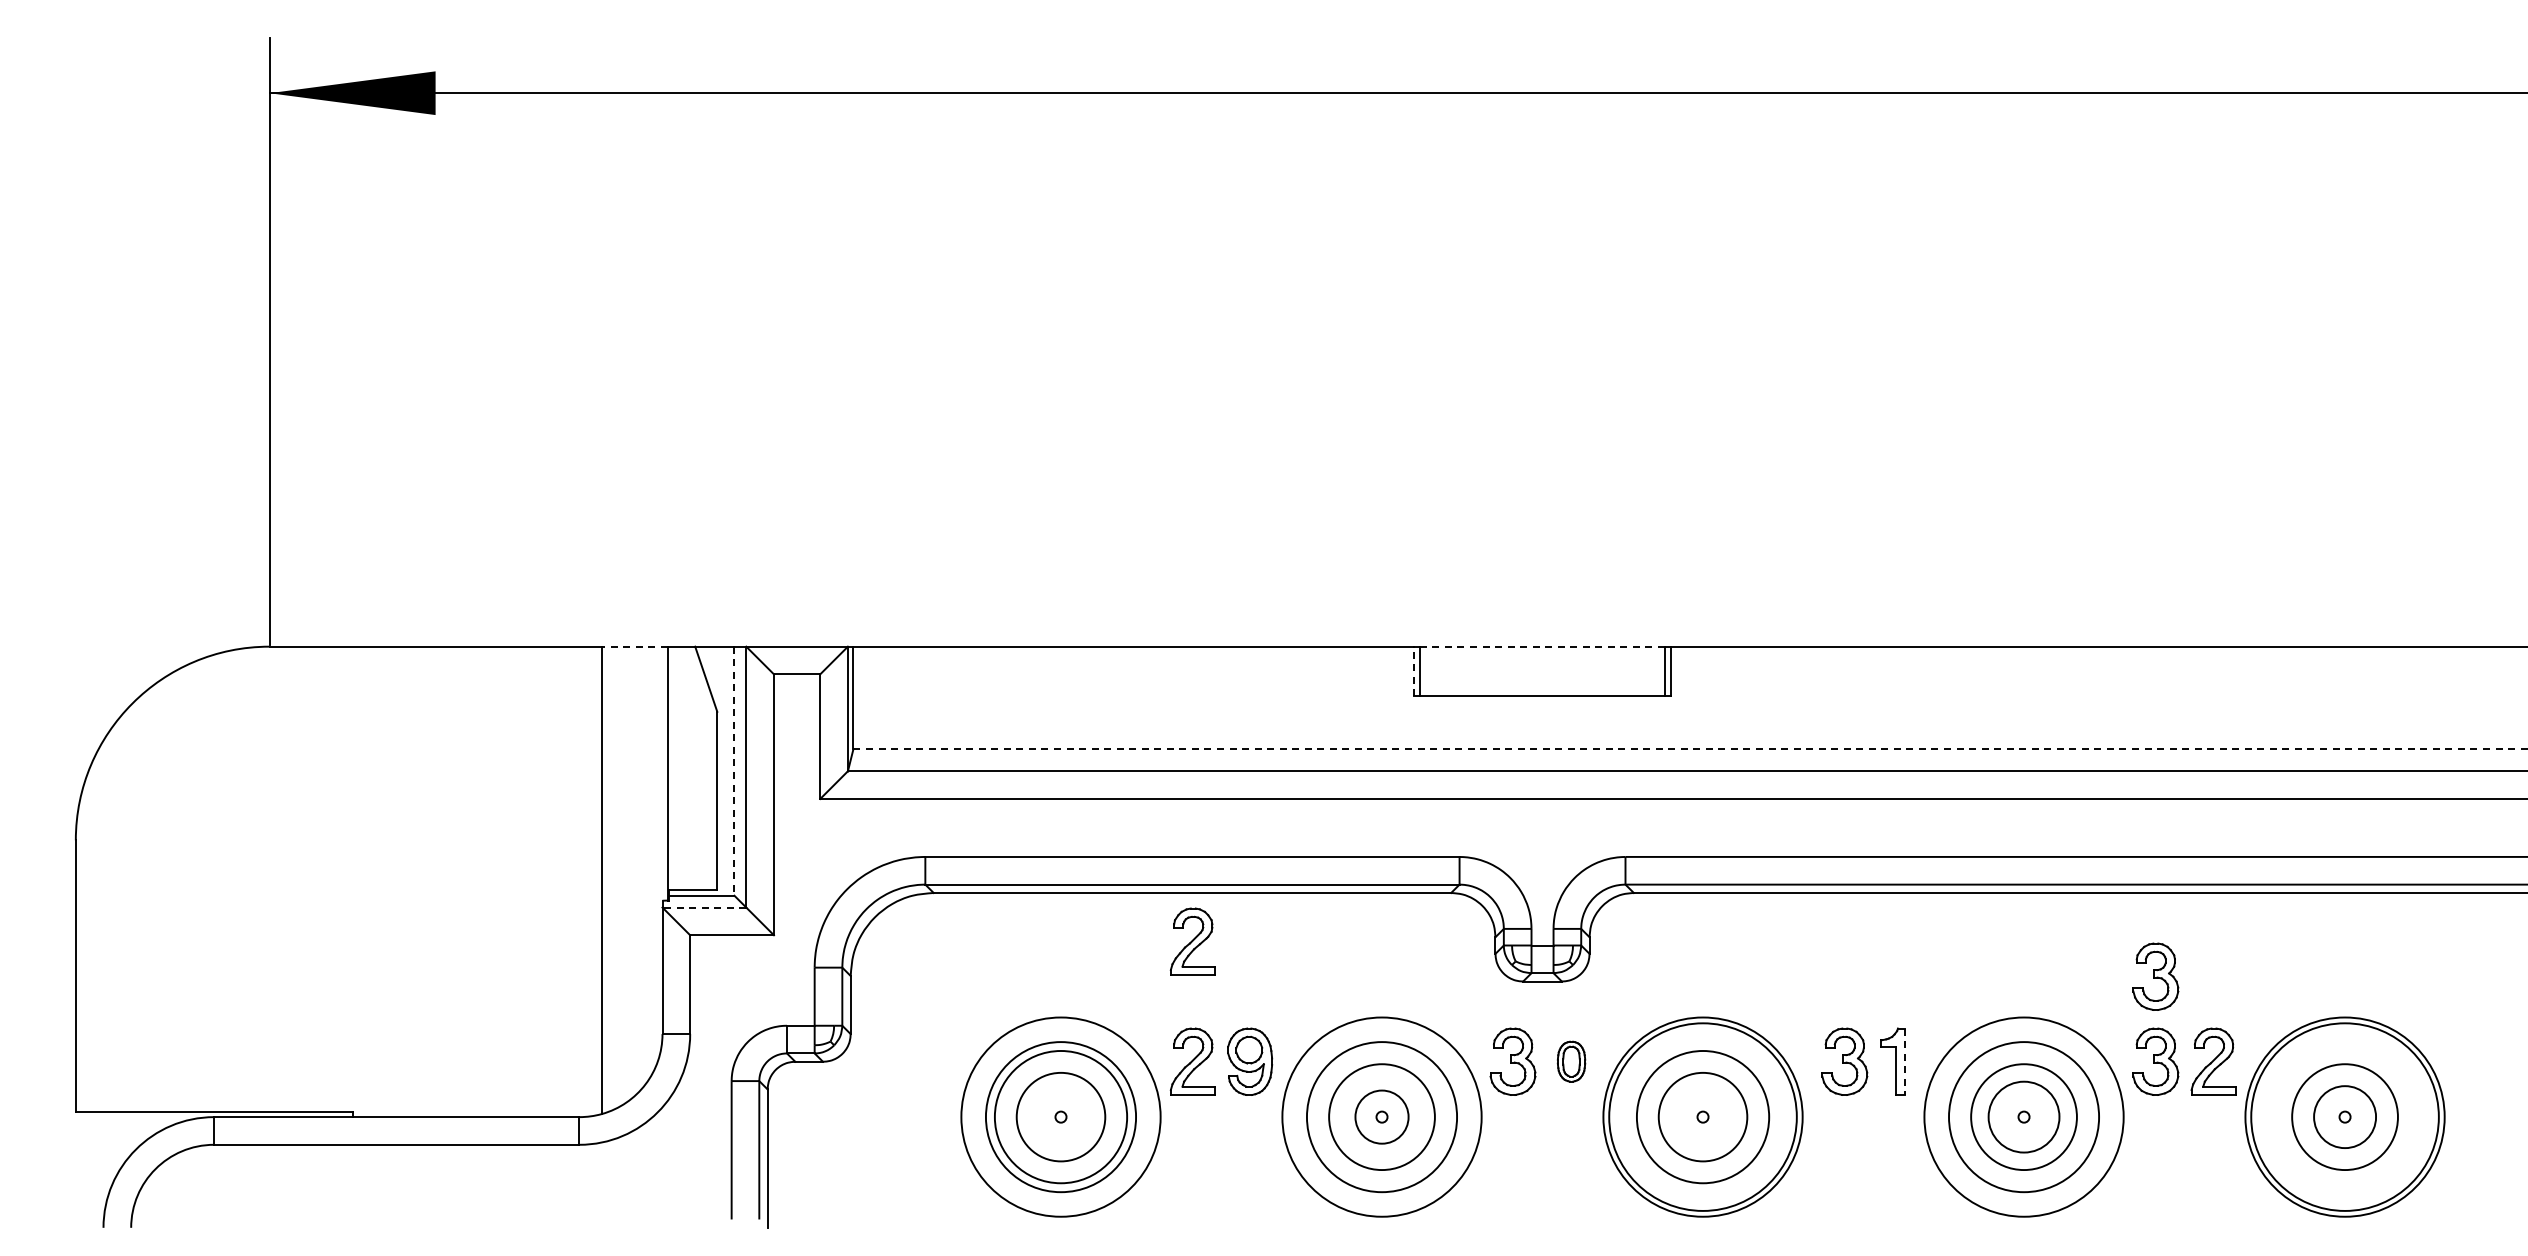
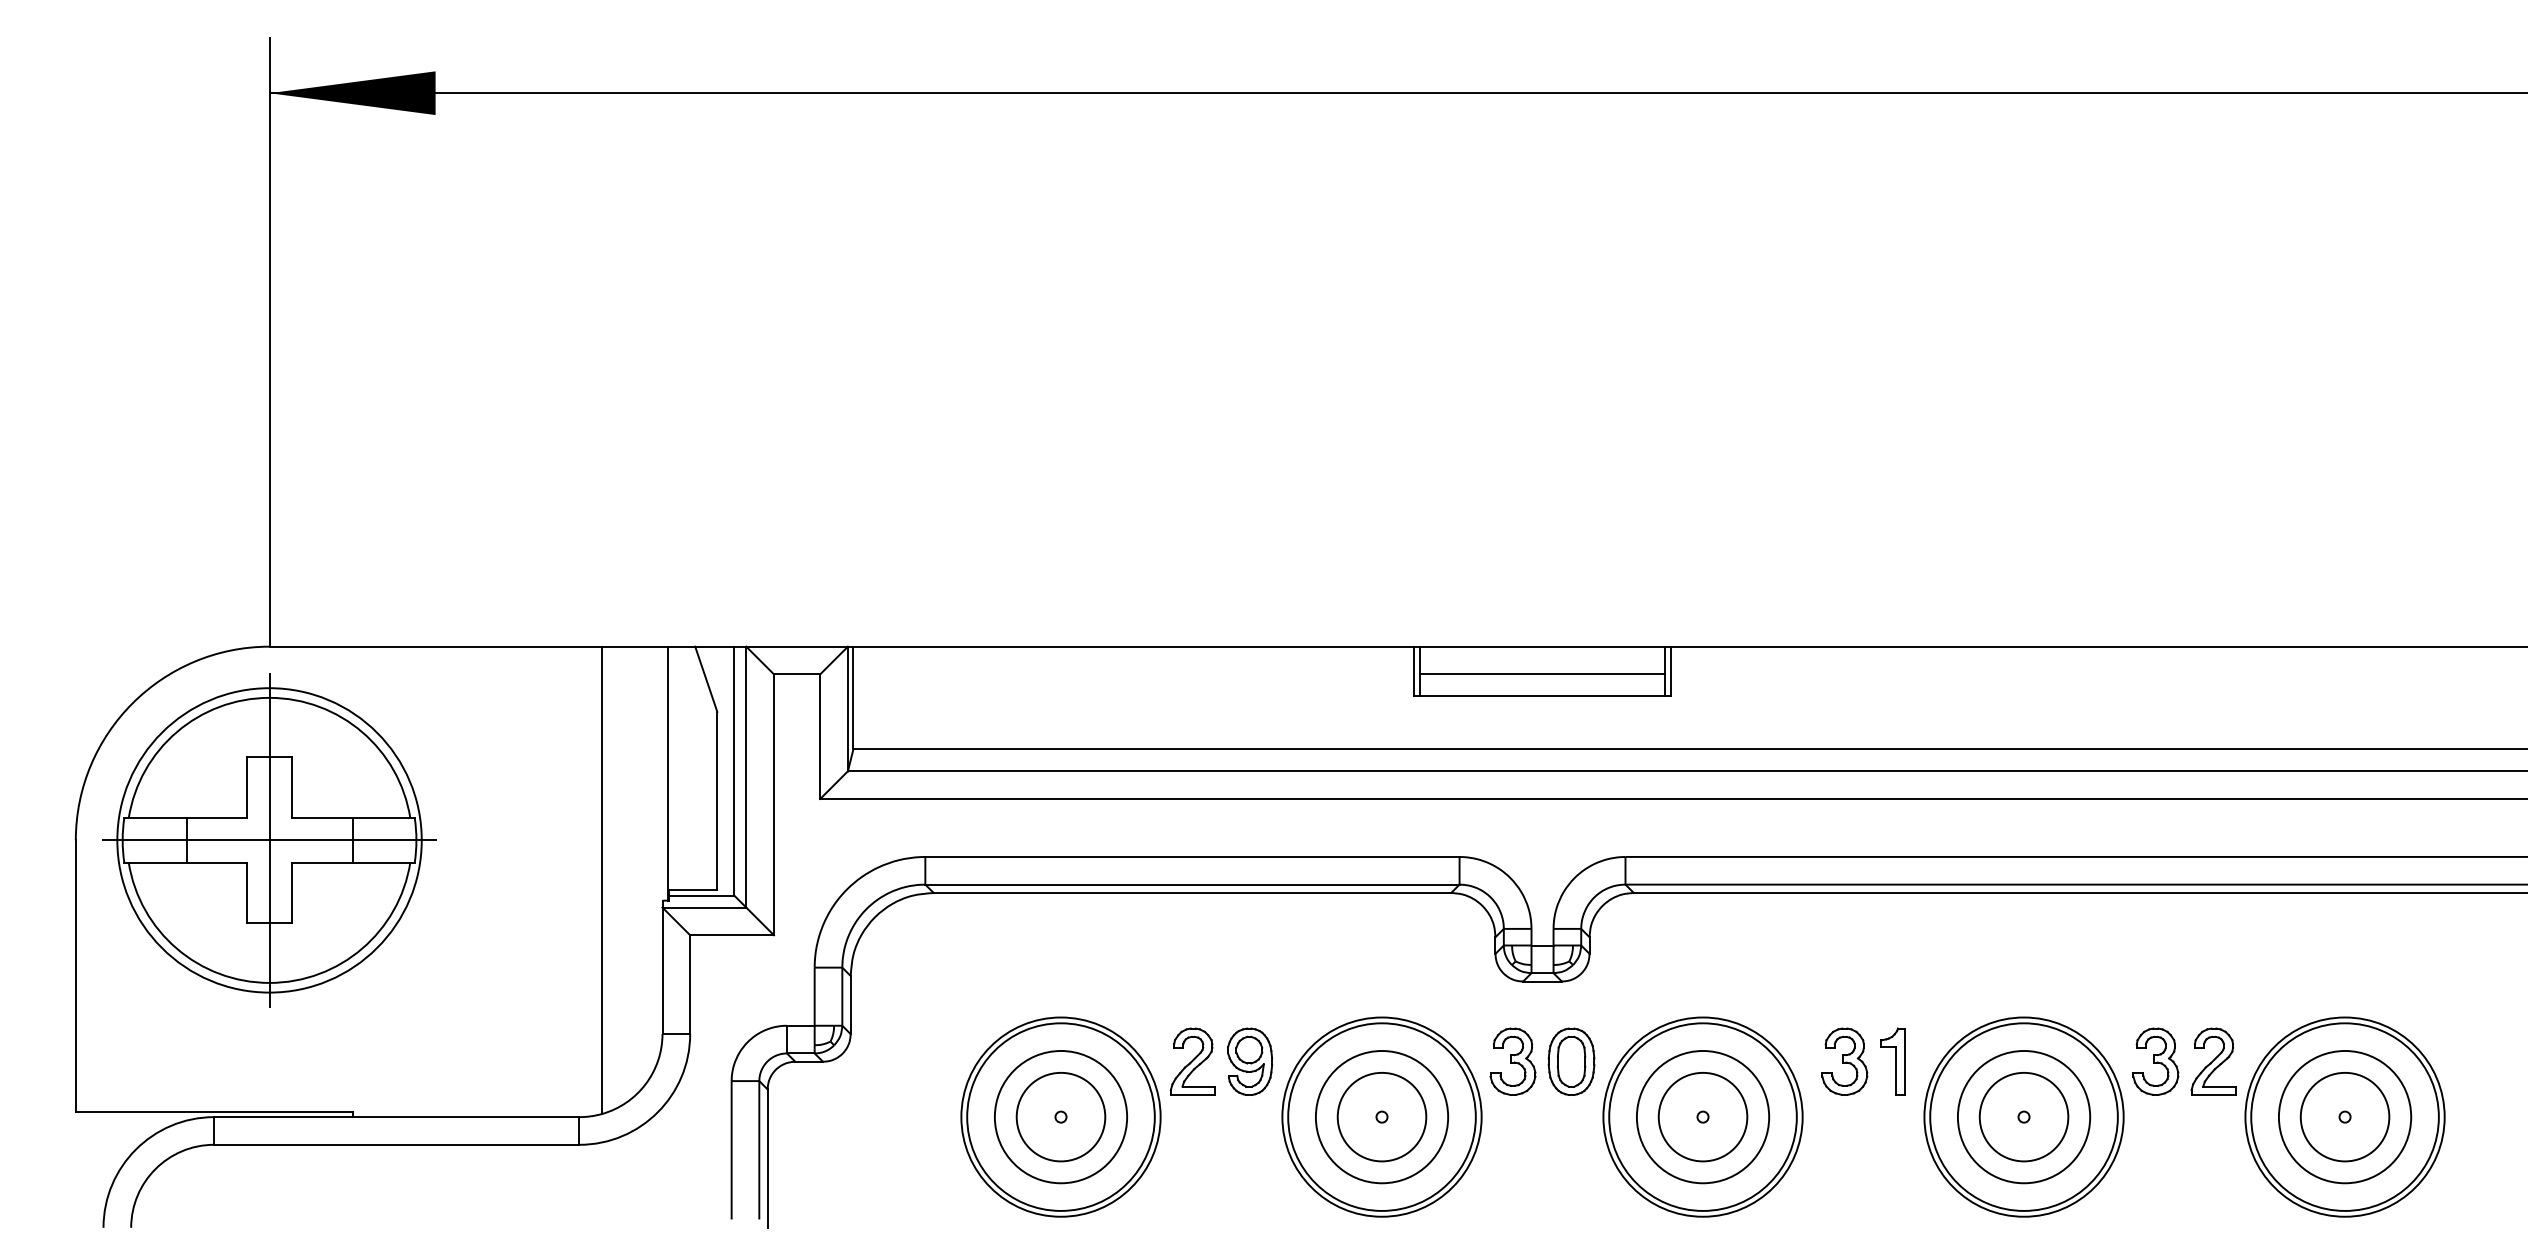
line at (634, 646): dashed -> solid
line at (1542, 646): dashed -> solid
line at (1414, 671): dashed -> solid
line at (1542, 674): none -> present
line at (1690, 749): dashed -> solid
line at (734, 771): dashed -> solid
part at (269, 840): none -> present
line at (704, 907): dashed -> solid
part at (1192, 941): present -> none
part at (2155, 976): present -> none
part at (1571, 1061) size: 31x43 px -> 49x69 px
line at (1904, 1062): dashed -> solid
circle at (1381, 1116) diameter: 53 px -> 89 px
circle at (2023, 1116) diameter: 71 px -> 89 px
circle at (1060, 1117) diameter: 150 px -> 188 px
circle at (1381, 1117) diameter: 106 px -> 132 px
circle at (1381, 1117) diameter: 150 px -> 188 px
circle at (2023, 1117) diameter: 106 px -> 132 px
circle at (2024, 1117) diameter: 150 px -> 188 px
circle at (2344, 1117) diameter: 106 px -> 132 px
circle at (2345, 1117) diameter: 62 px -> 89 px
